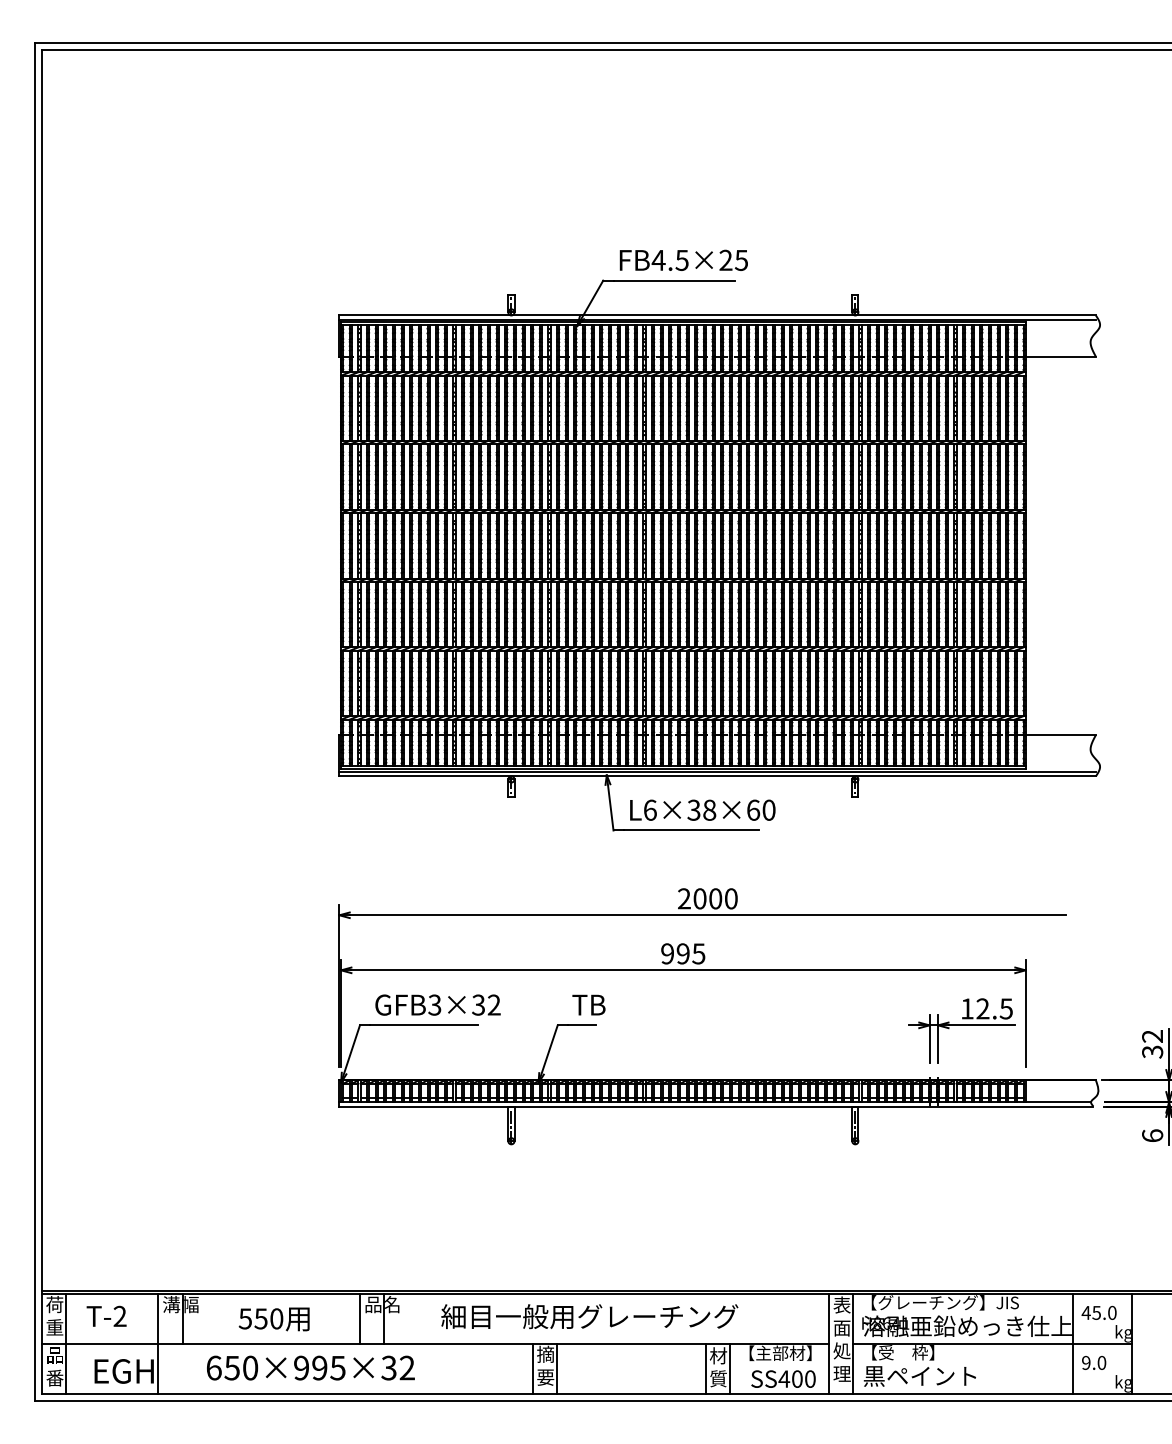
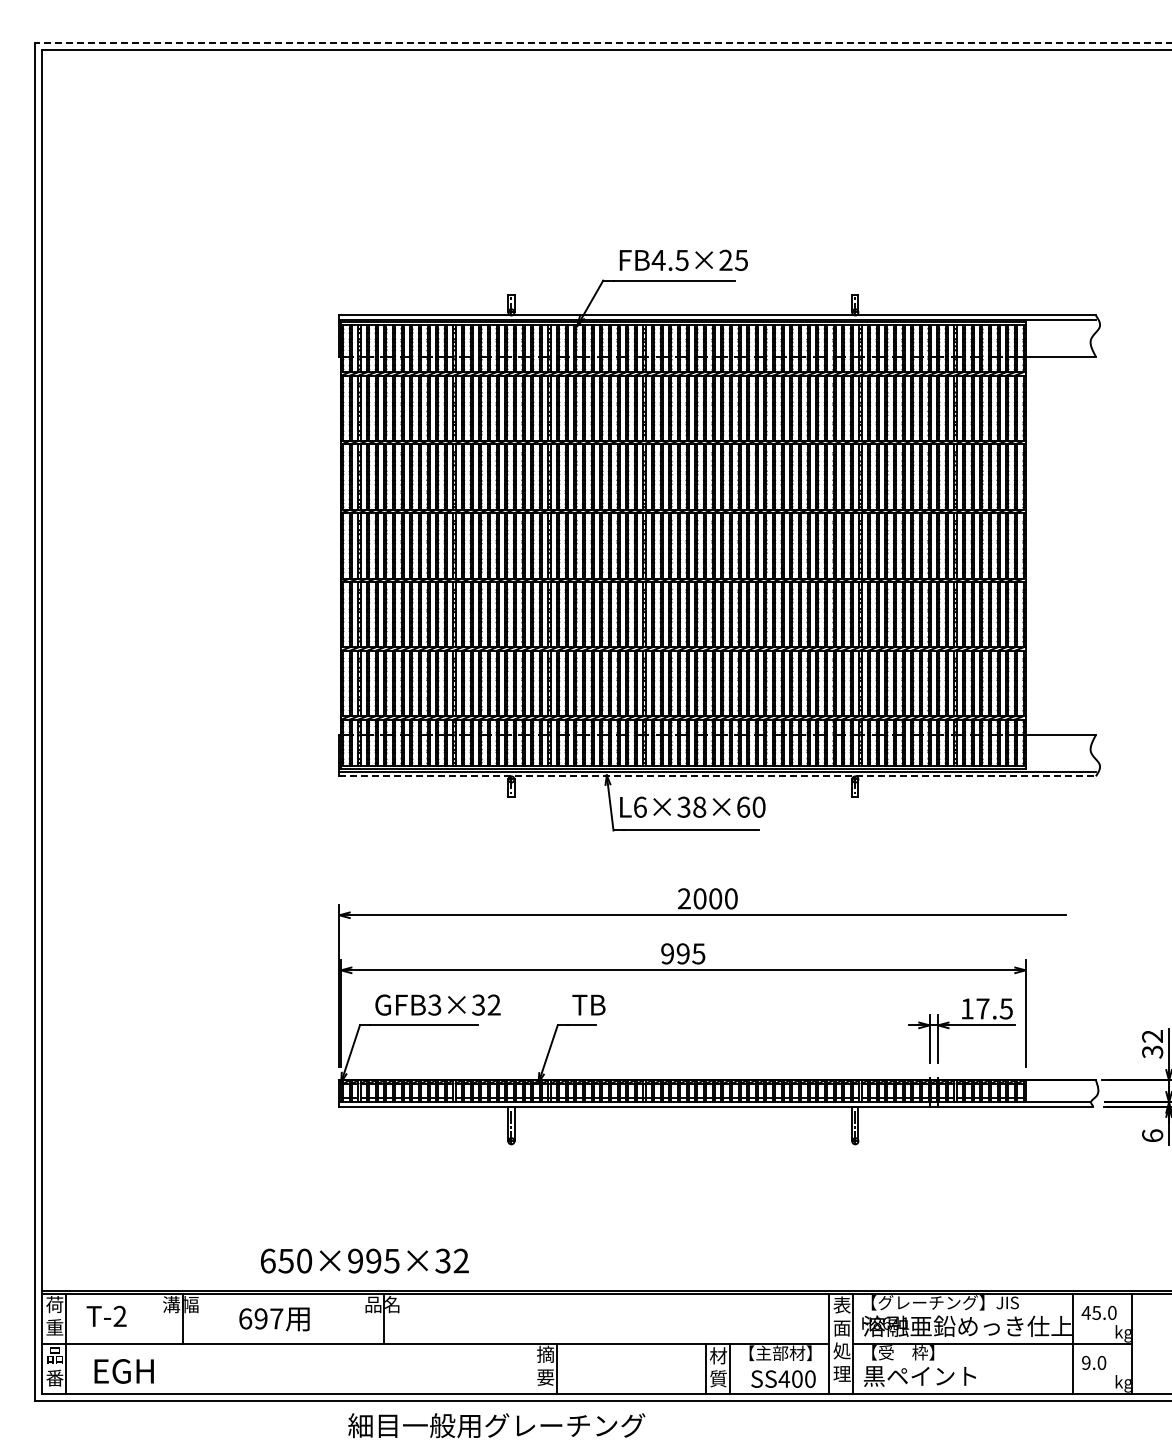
line at (603, 43): solid -> dashed
line at (718, 776): solid -> dashed
text at (702, 809) position: (702, 809) -> (692, 806)
text at (982, 1008): 12.5 -> 17.5
text at (589, 1316) position: (589, 1316) -> (496, 1425)
text at (260, 1318): 550 -> 697
line at (360, 1318): present -> none
line at (158, 1343): present -> none
text at (310, 1367) position: (310, 1367) -> (364, 1260)
line at (533, 1368): present -> none
